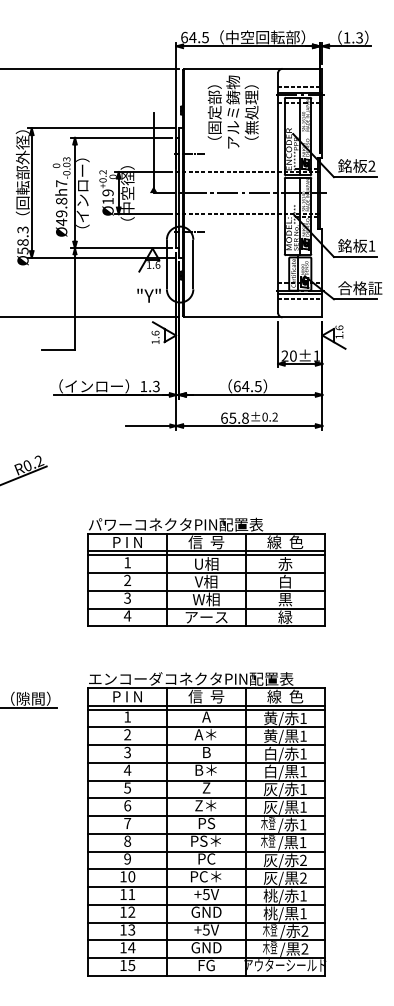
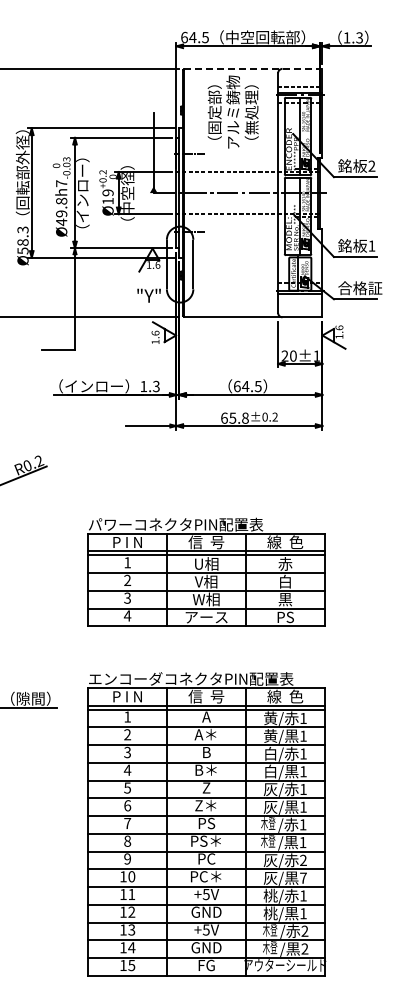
line at (253, 68): solid -> dashed
line at (300, 298): present -> none
text at (285, 617): 緑 -> PS
text at (303, 877): 2 -> 7
